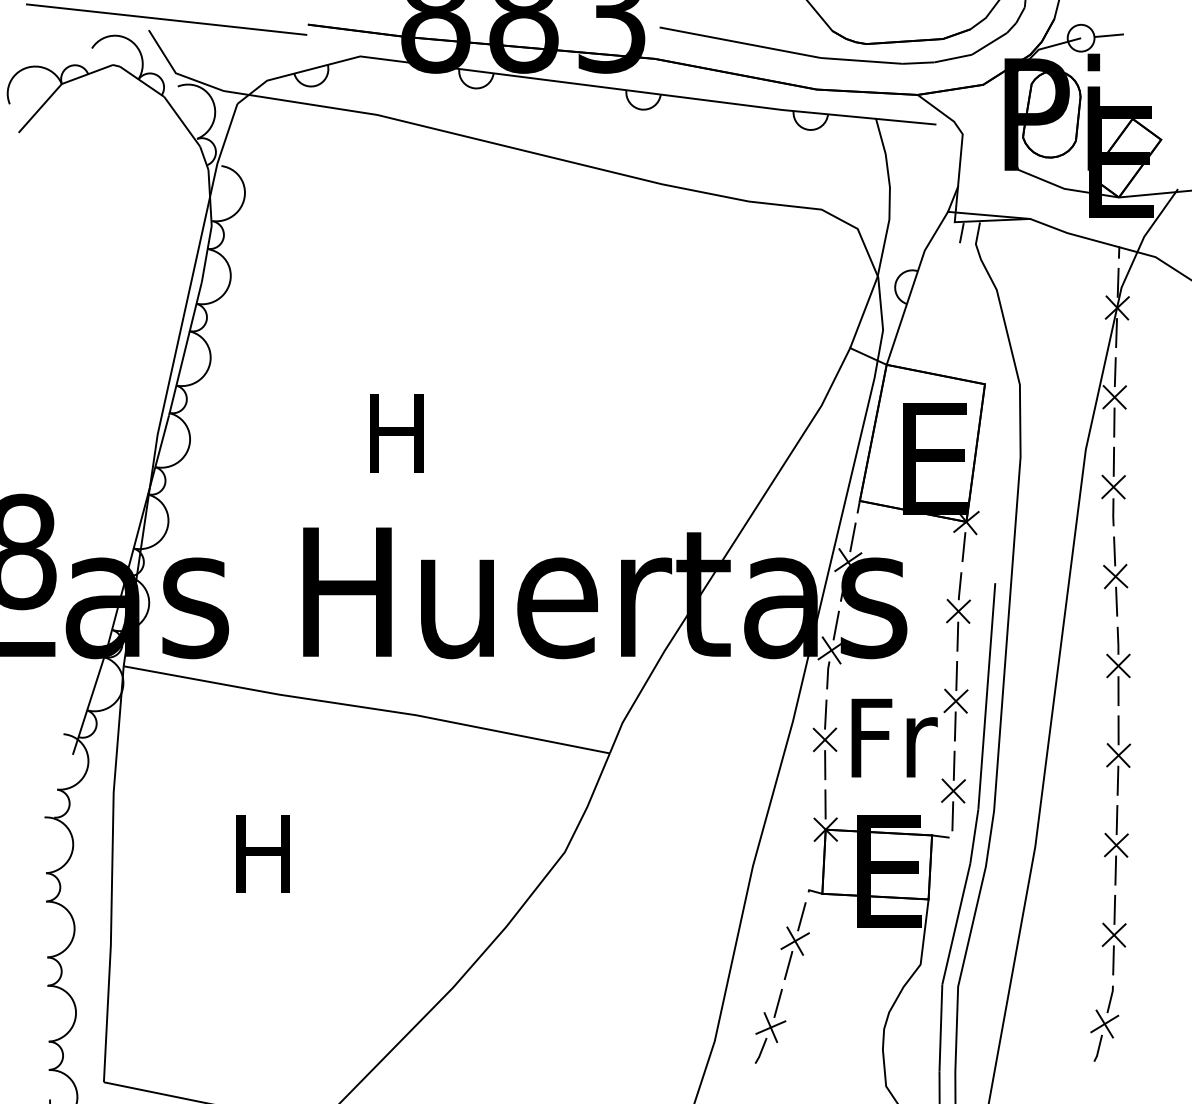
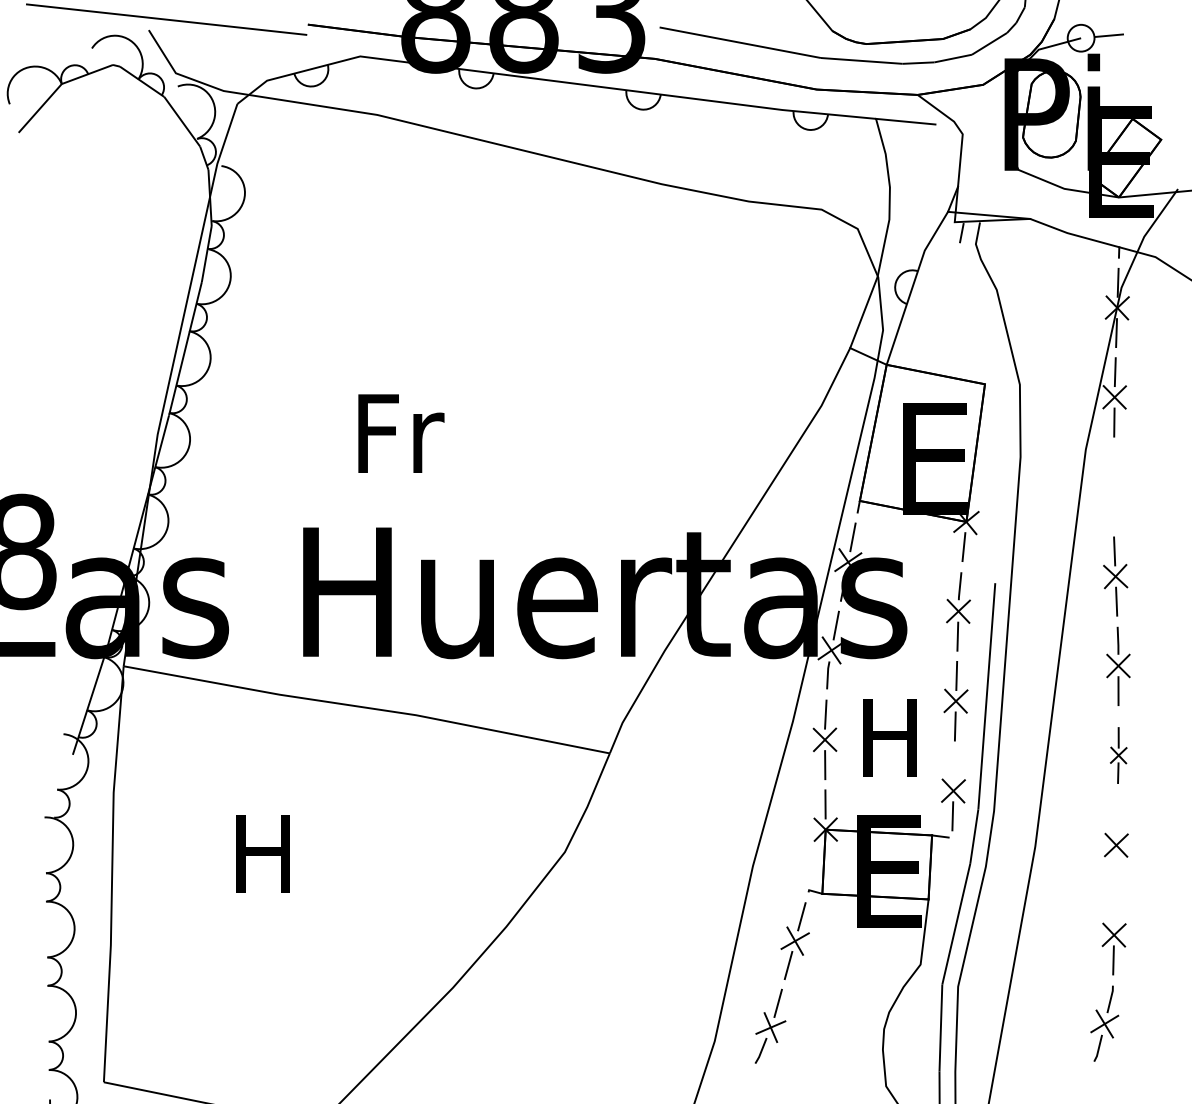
text at (401, 433): H -> Fr
part at (1113, 486): present -> none
text at (894, 737): Fr -> H
part at (1118, 755) size: 26x81 px -> 18x57 px
line at (953, 765): present -> none
line at (1116, 820): present -> none
line at (1115, 870): present -> none
line at (1114, 909): present -> none
